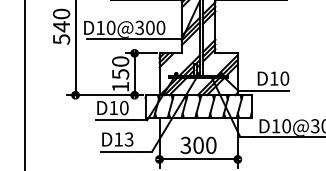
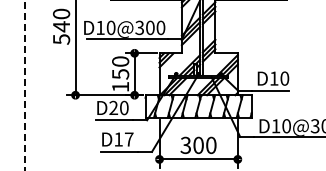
line at (25, 85): solid -> dashed
text at (113, 107): D10 -> D20
text at (128, 139): D13 -> D17
